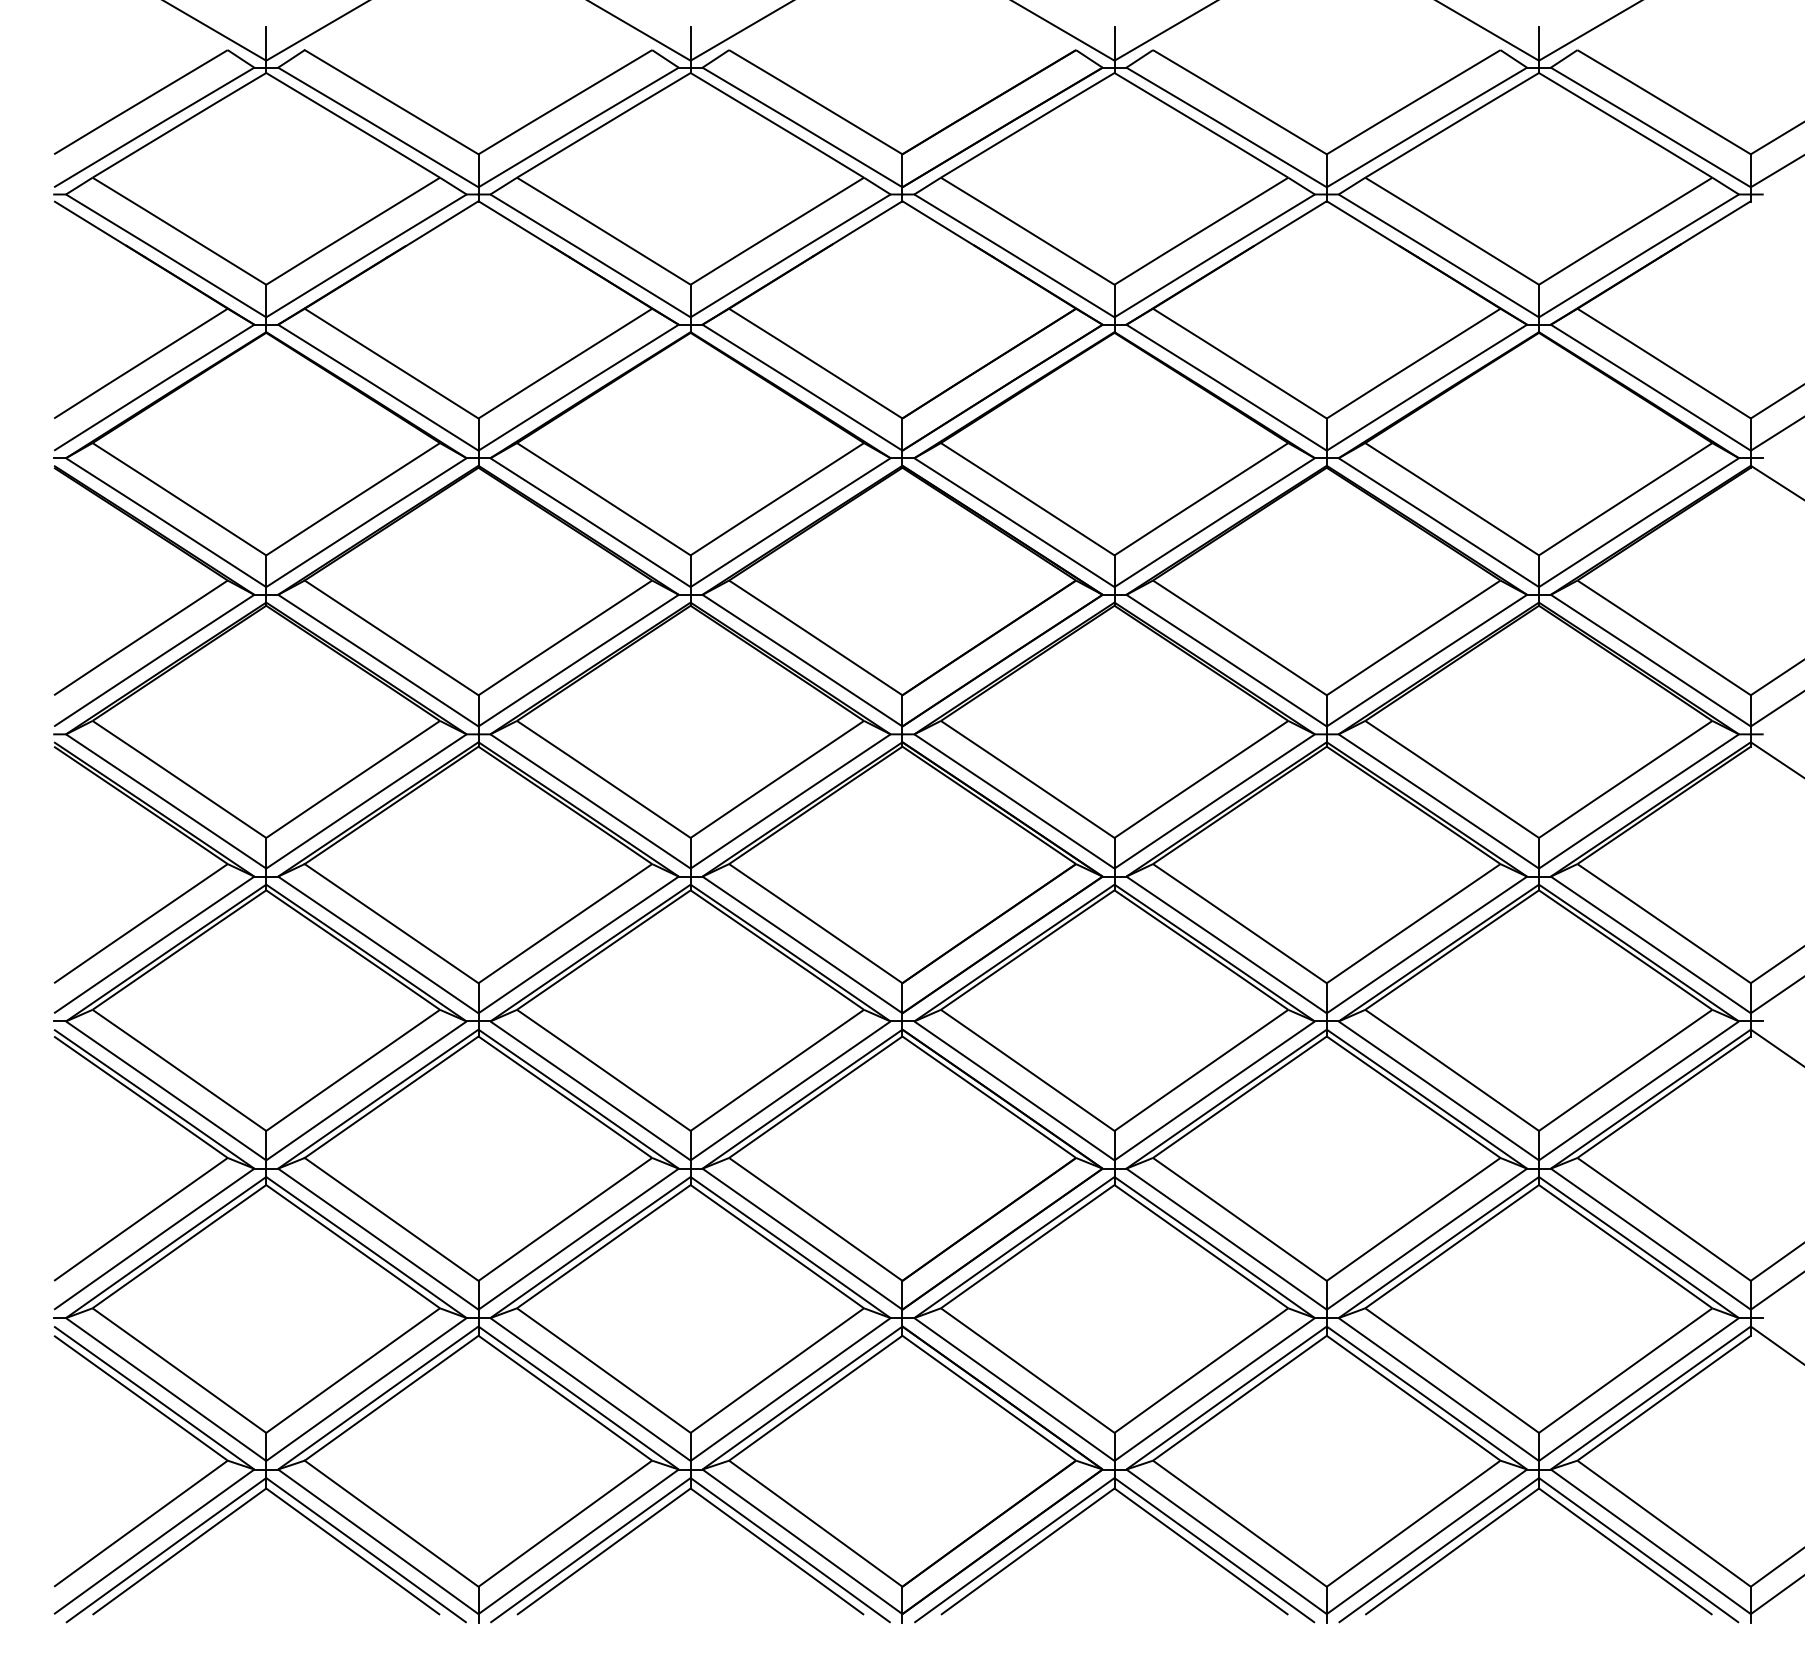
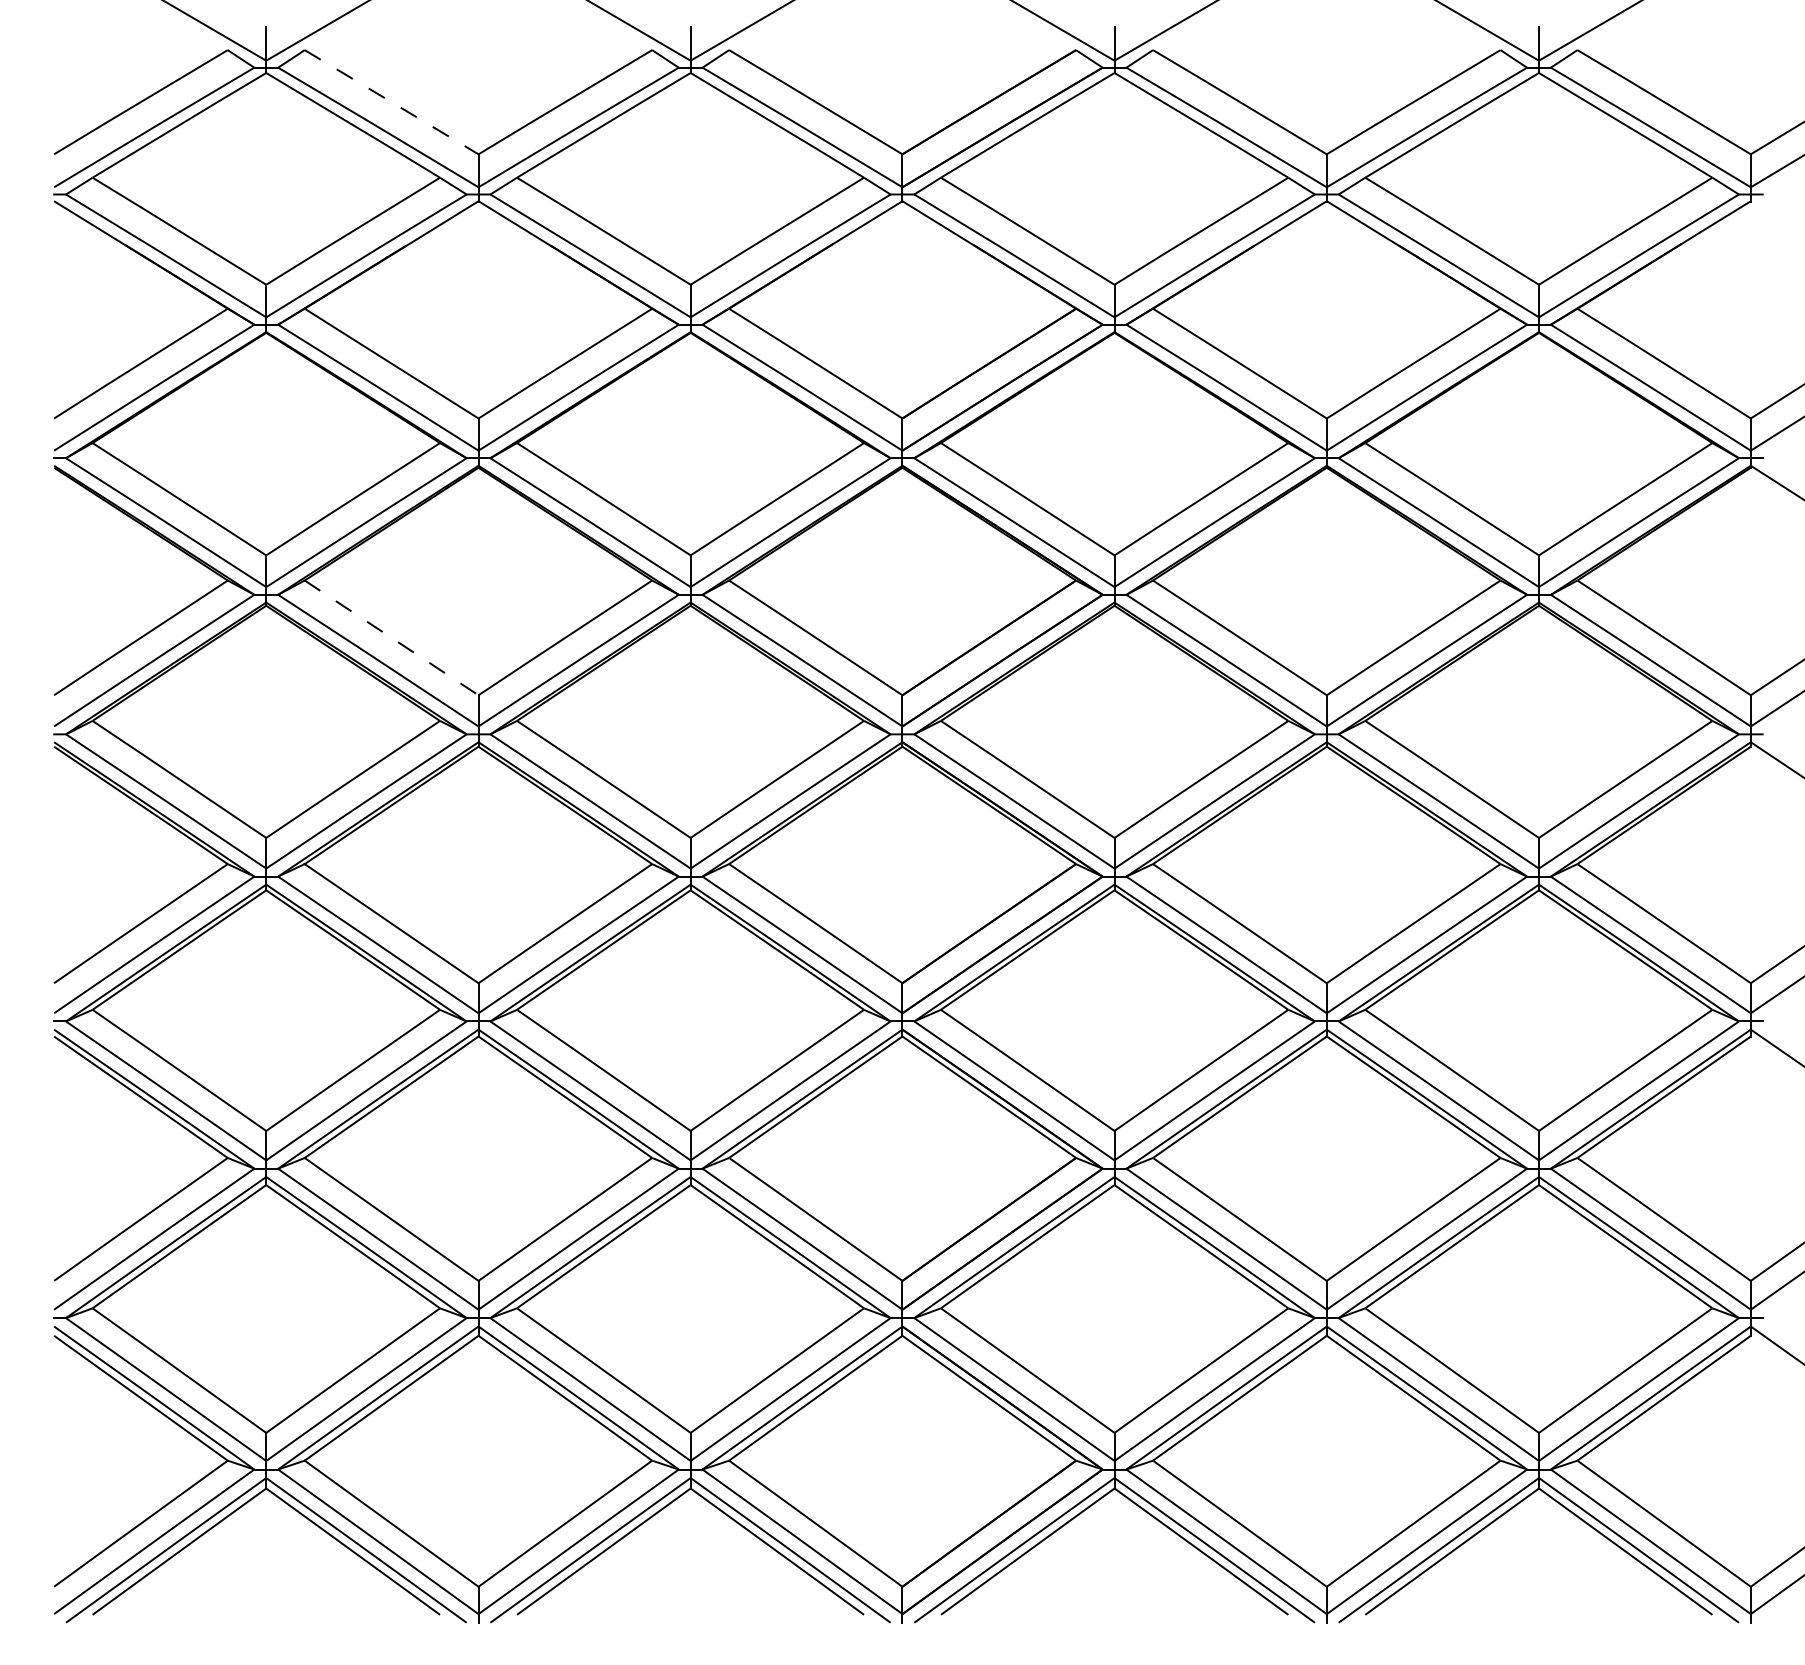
line at (392, 102): solid -> dashed
line at (392, 638): solid -> dashed
